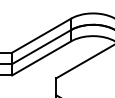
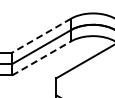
line at (41, 35): solid -> dashed
line at (42, 58): solid -> dashed
